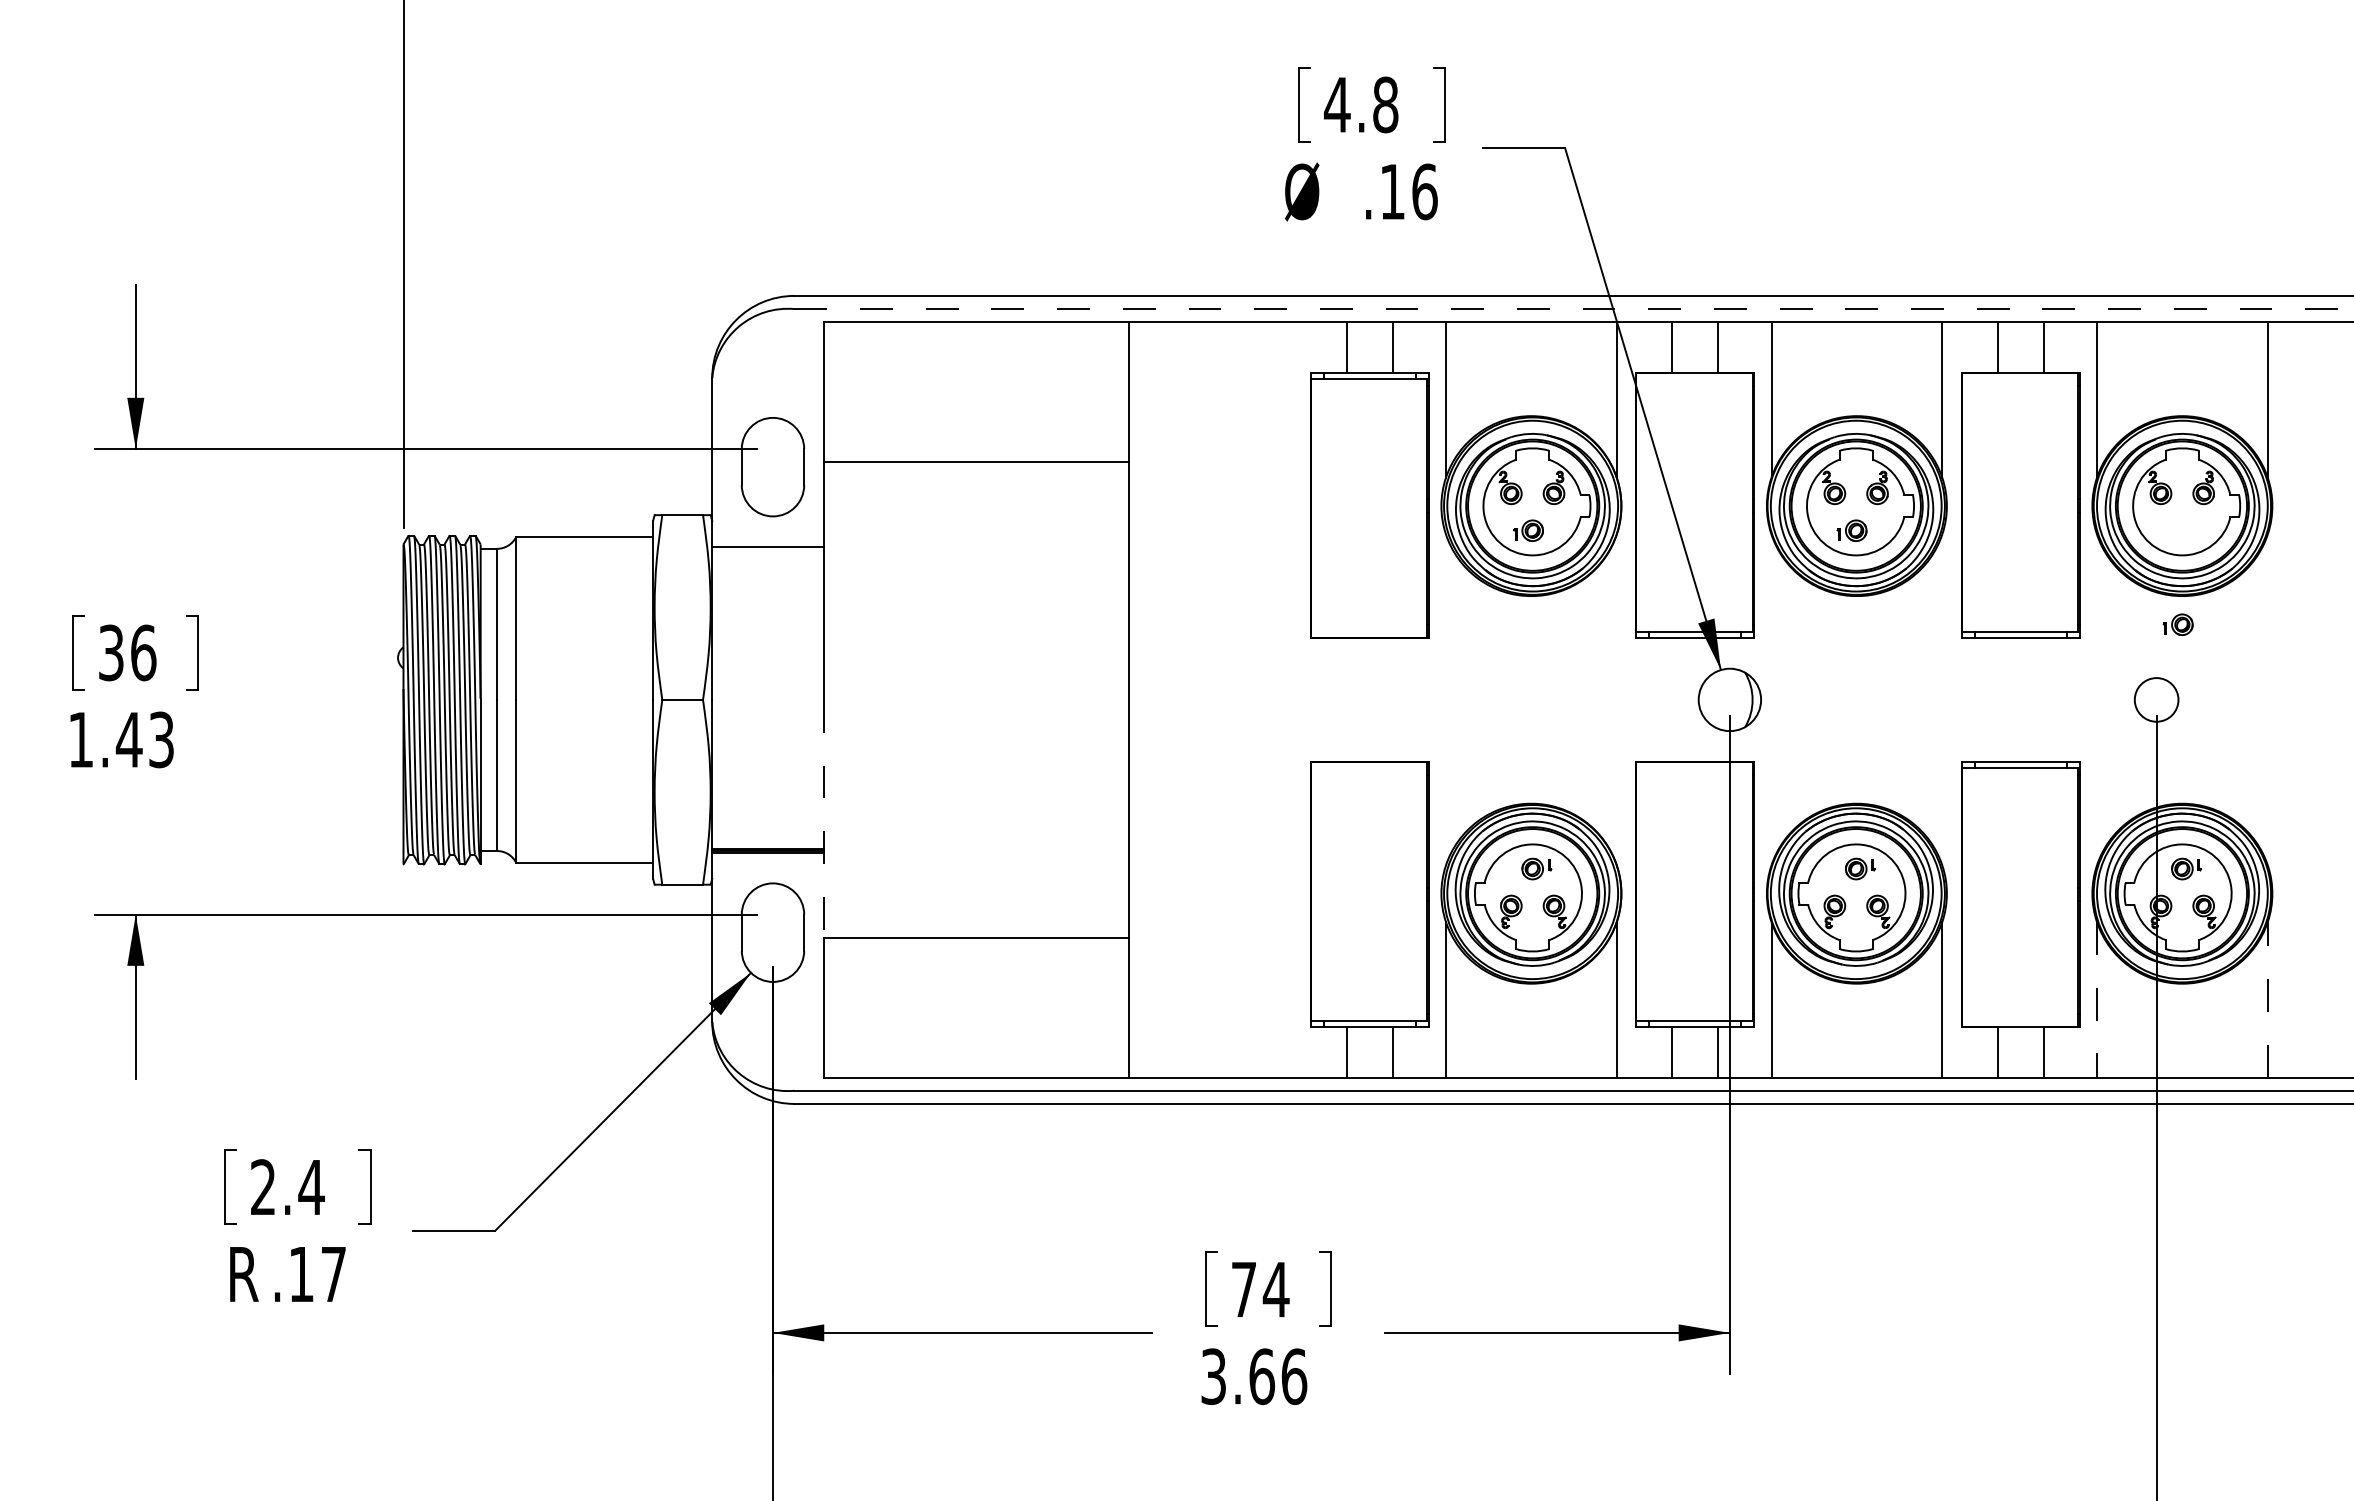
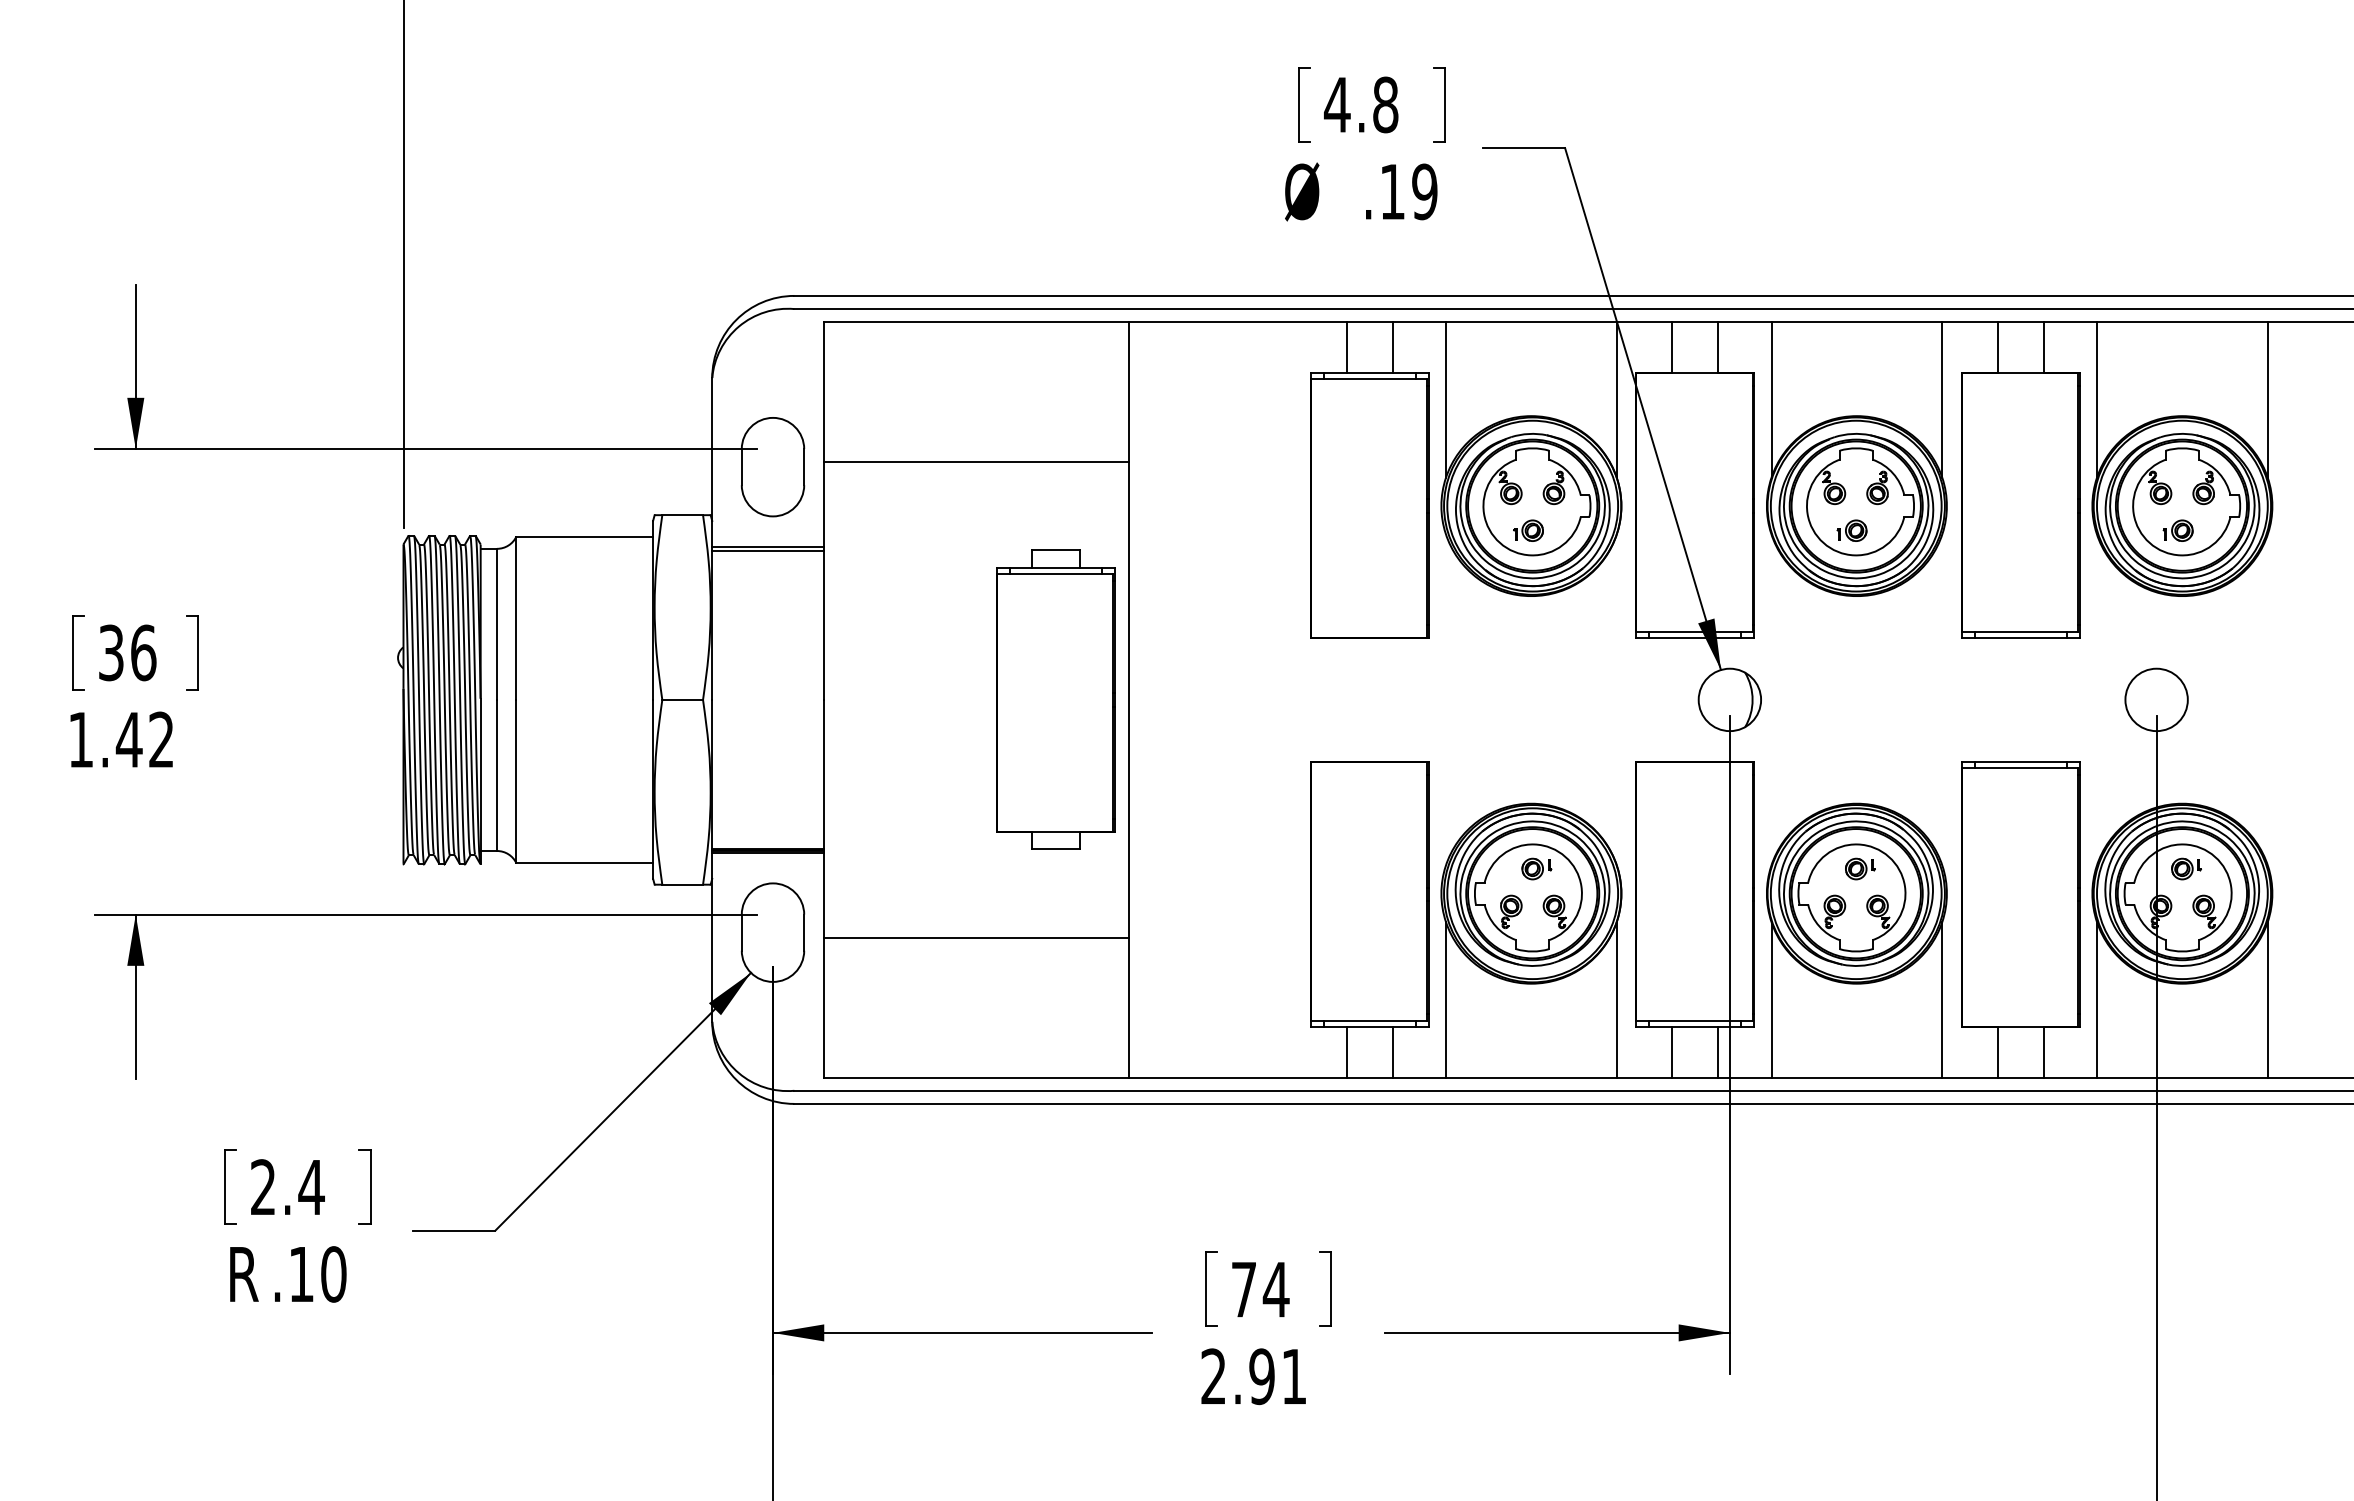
text at (1424, 191): .16 -> .19
line at (1573, 309): dashed -> solid
line at (767, 550): none -> present
part at (2177, 624) position: (2177, 624) -> (2177, 530)
part at (1055, 699): none -> present
circle at (2156, 699) diameter: 44 px -> 62 px
text at (161, 739): 1.43 -> 1.42
line at (823, 819): dashed -> solid
line at (2096, 999): dashed -> solid
line at (2267, 999): dashed -> solid
text at (333, 1274): .17 -> .10
text at (1254, 1376): 3.66 -> 2.91
